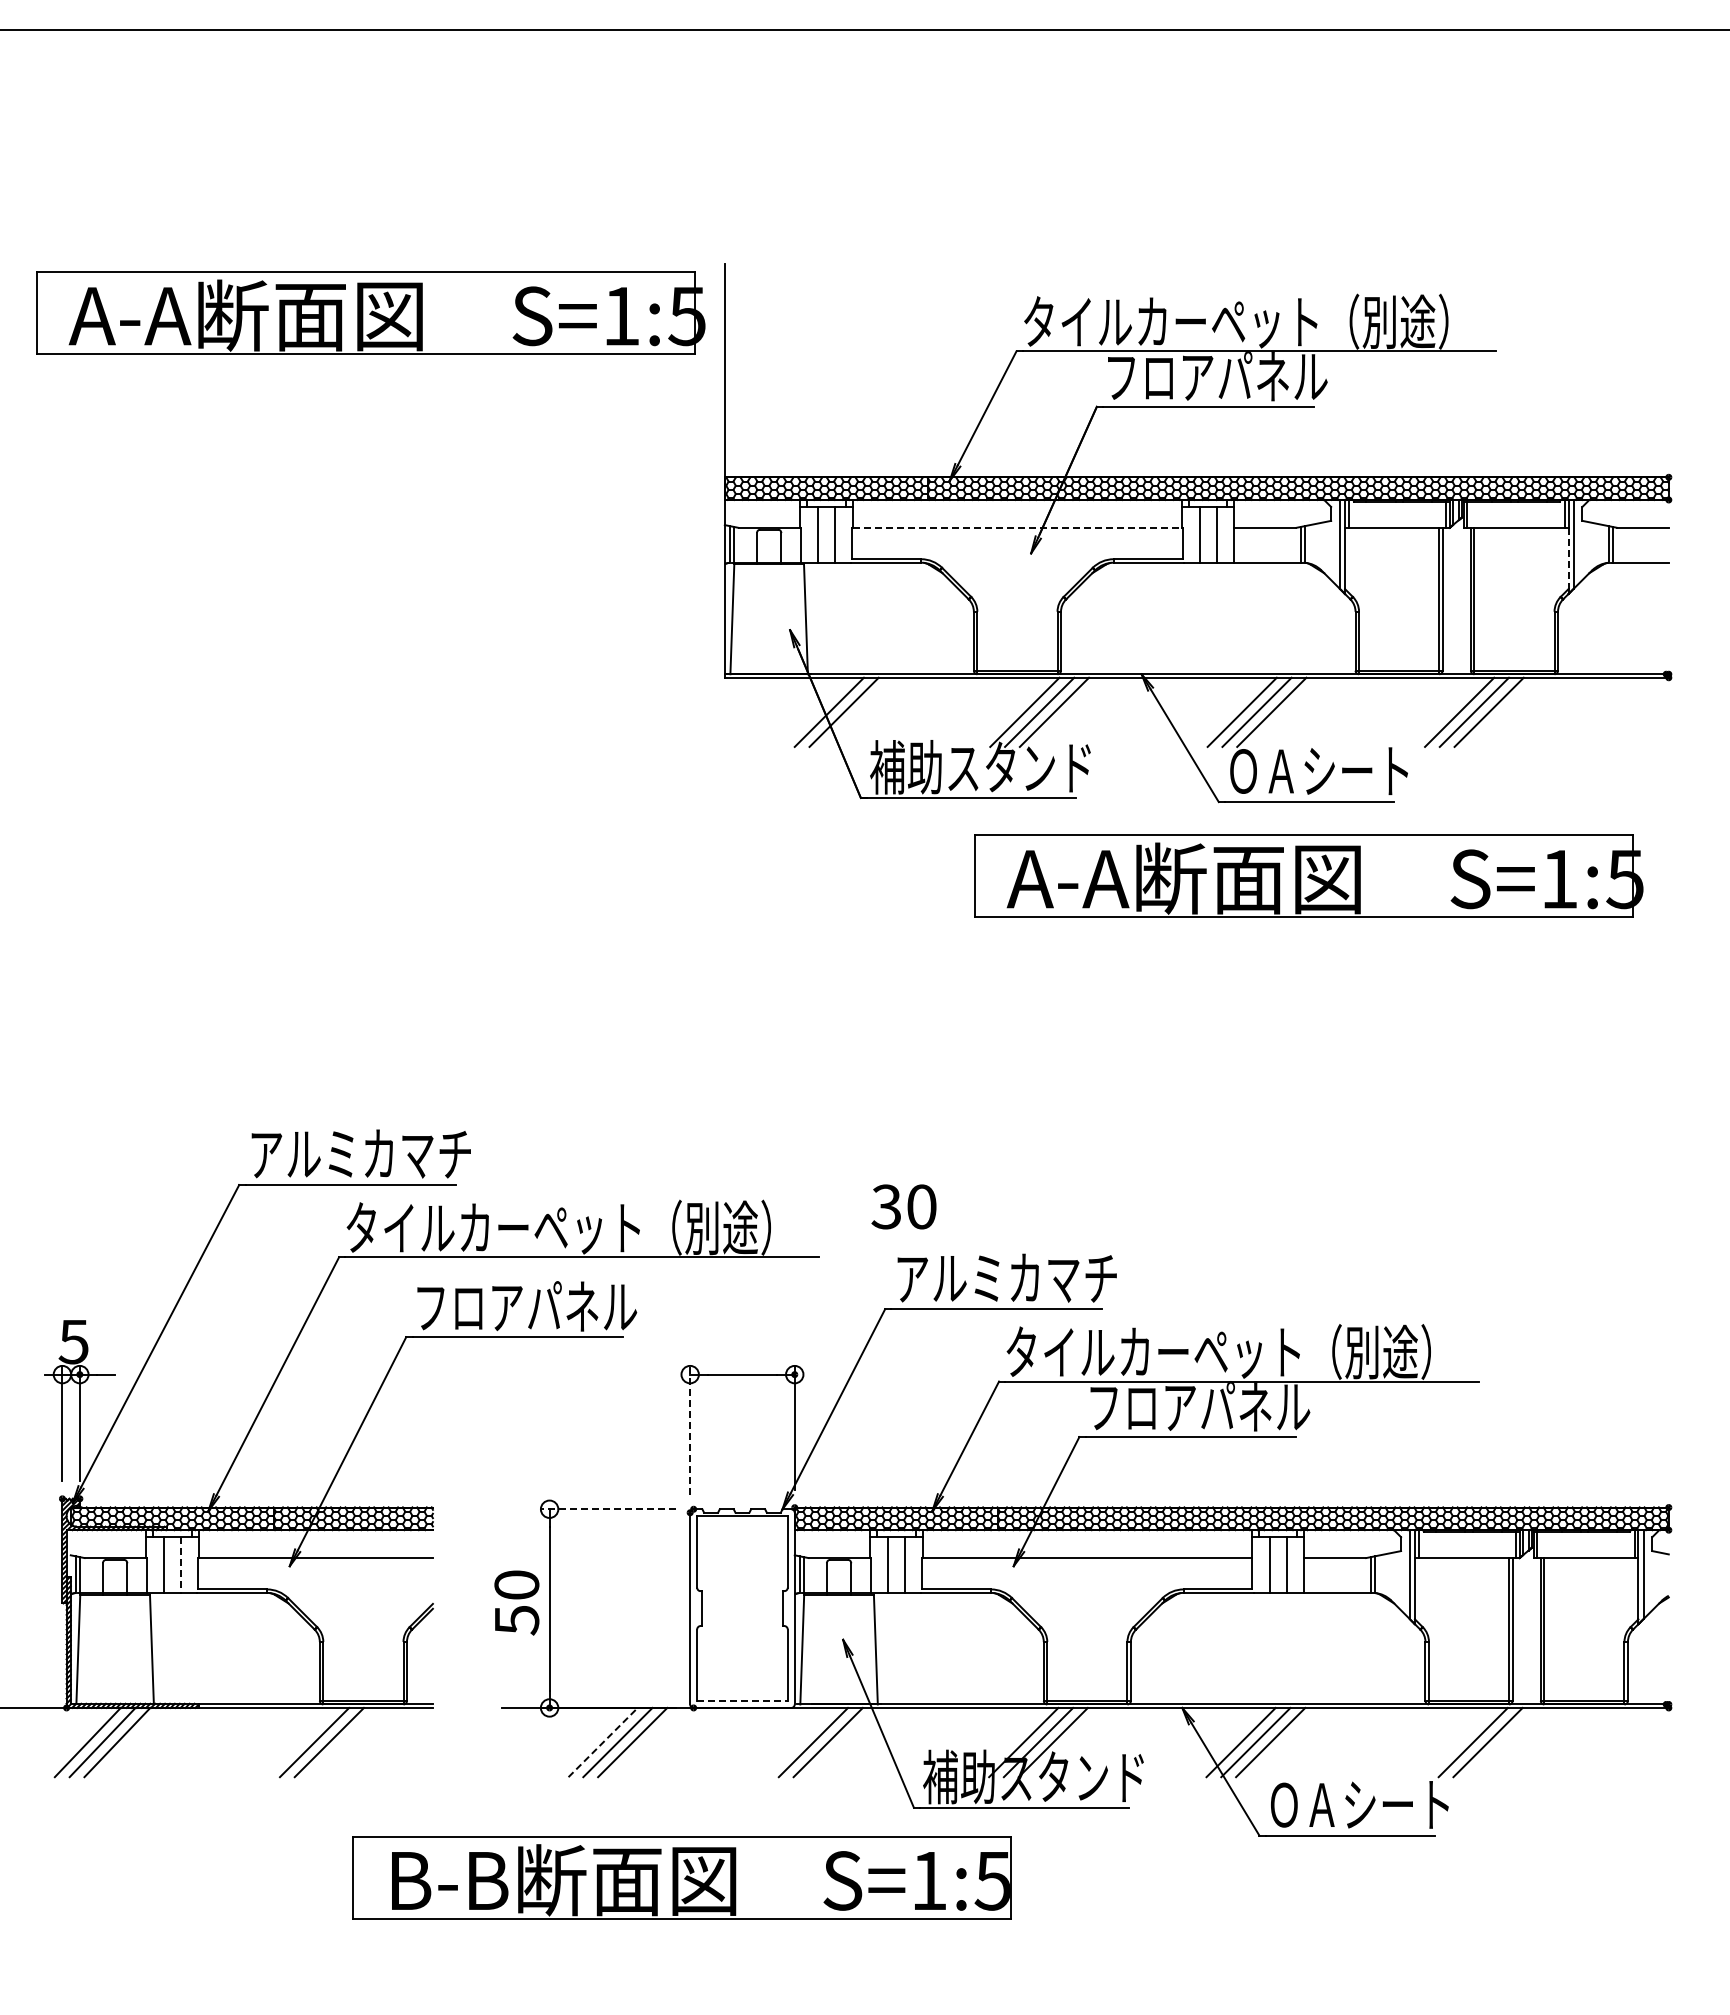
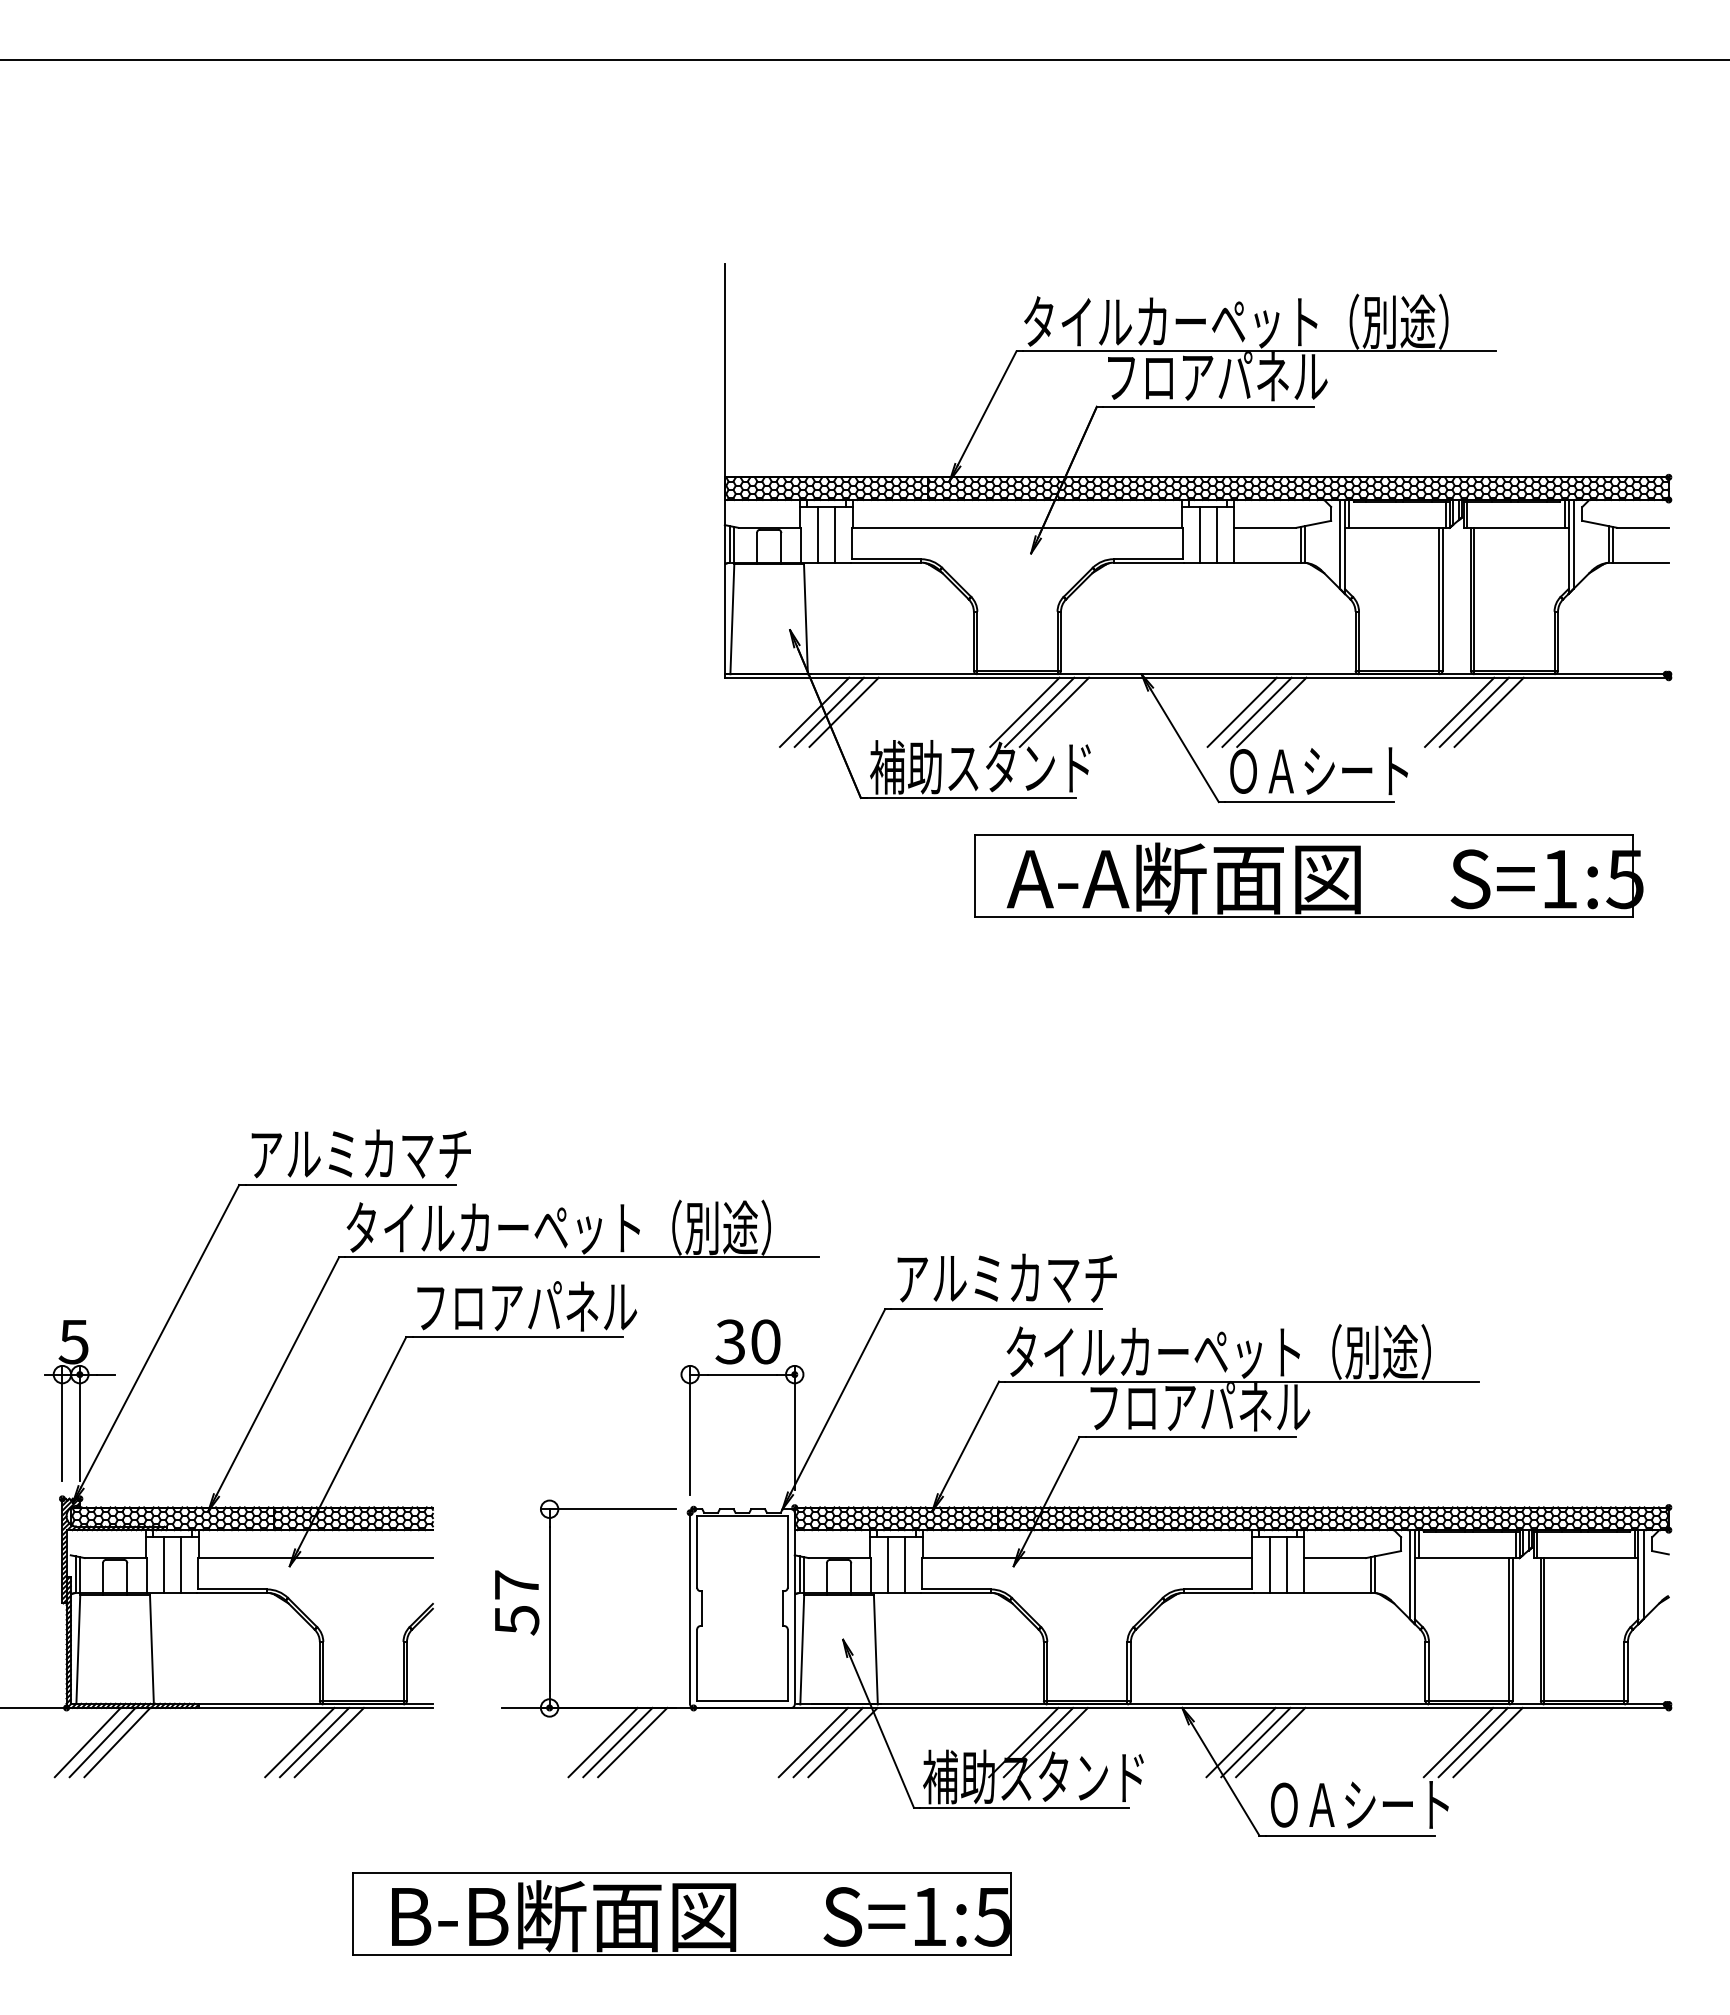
line at (864, 30) position: (864, 30) -> (864, 60)
part at (370, 312): present -> none
line at (1017, 527): dashed -> solid
line at (1568, 558): dashed -> solid
line at (814, 711): none -> present
text at (903, 1206) position: (903, 1206) -> (747, 1341)
line at (690, 1430): dashed -> solid
line at (608, 1509): dashed -> solid
line at (181, 1565): dashed -> solid
text at (516, 1584): 50 -> 57
line at (742, 1700): dashed -> solid
line at (299, 1742): none -> present
line at (603, 1742): dashed -> solid
line at (842, 1742): none -> present
line at (1458, 1742): none -> present
part at (681, 1877) position: (681, 1877) -> (681, 1913)
